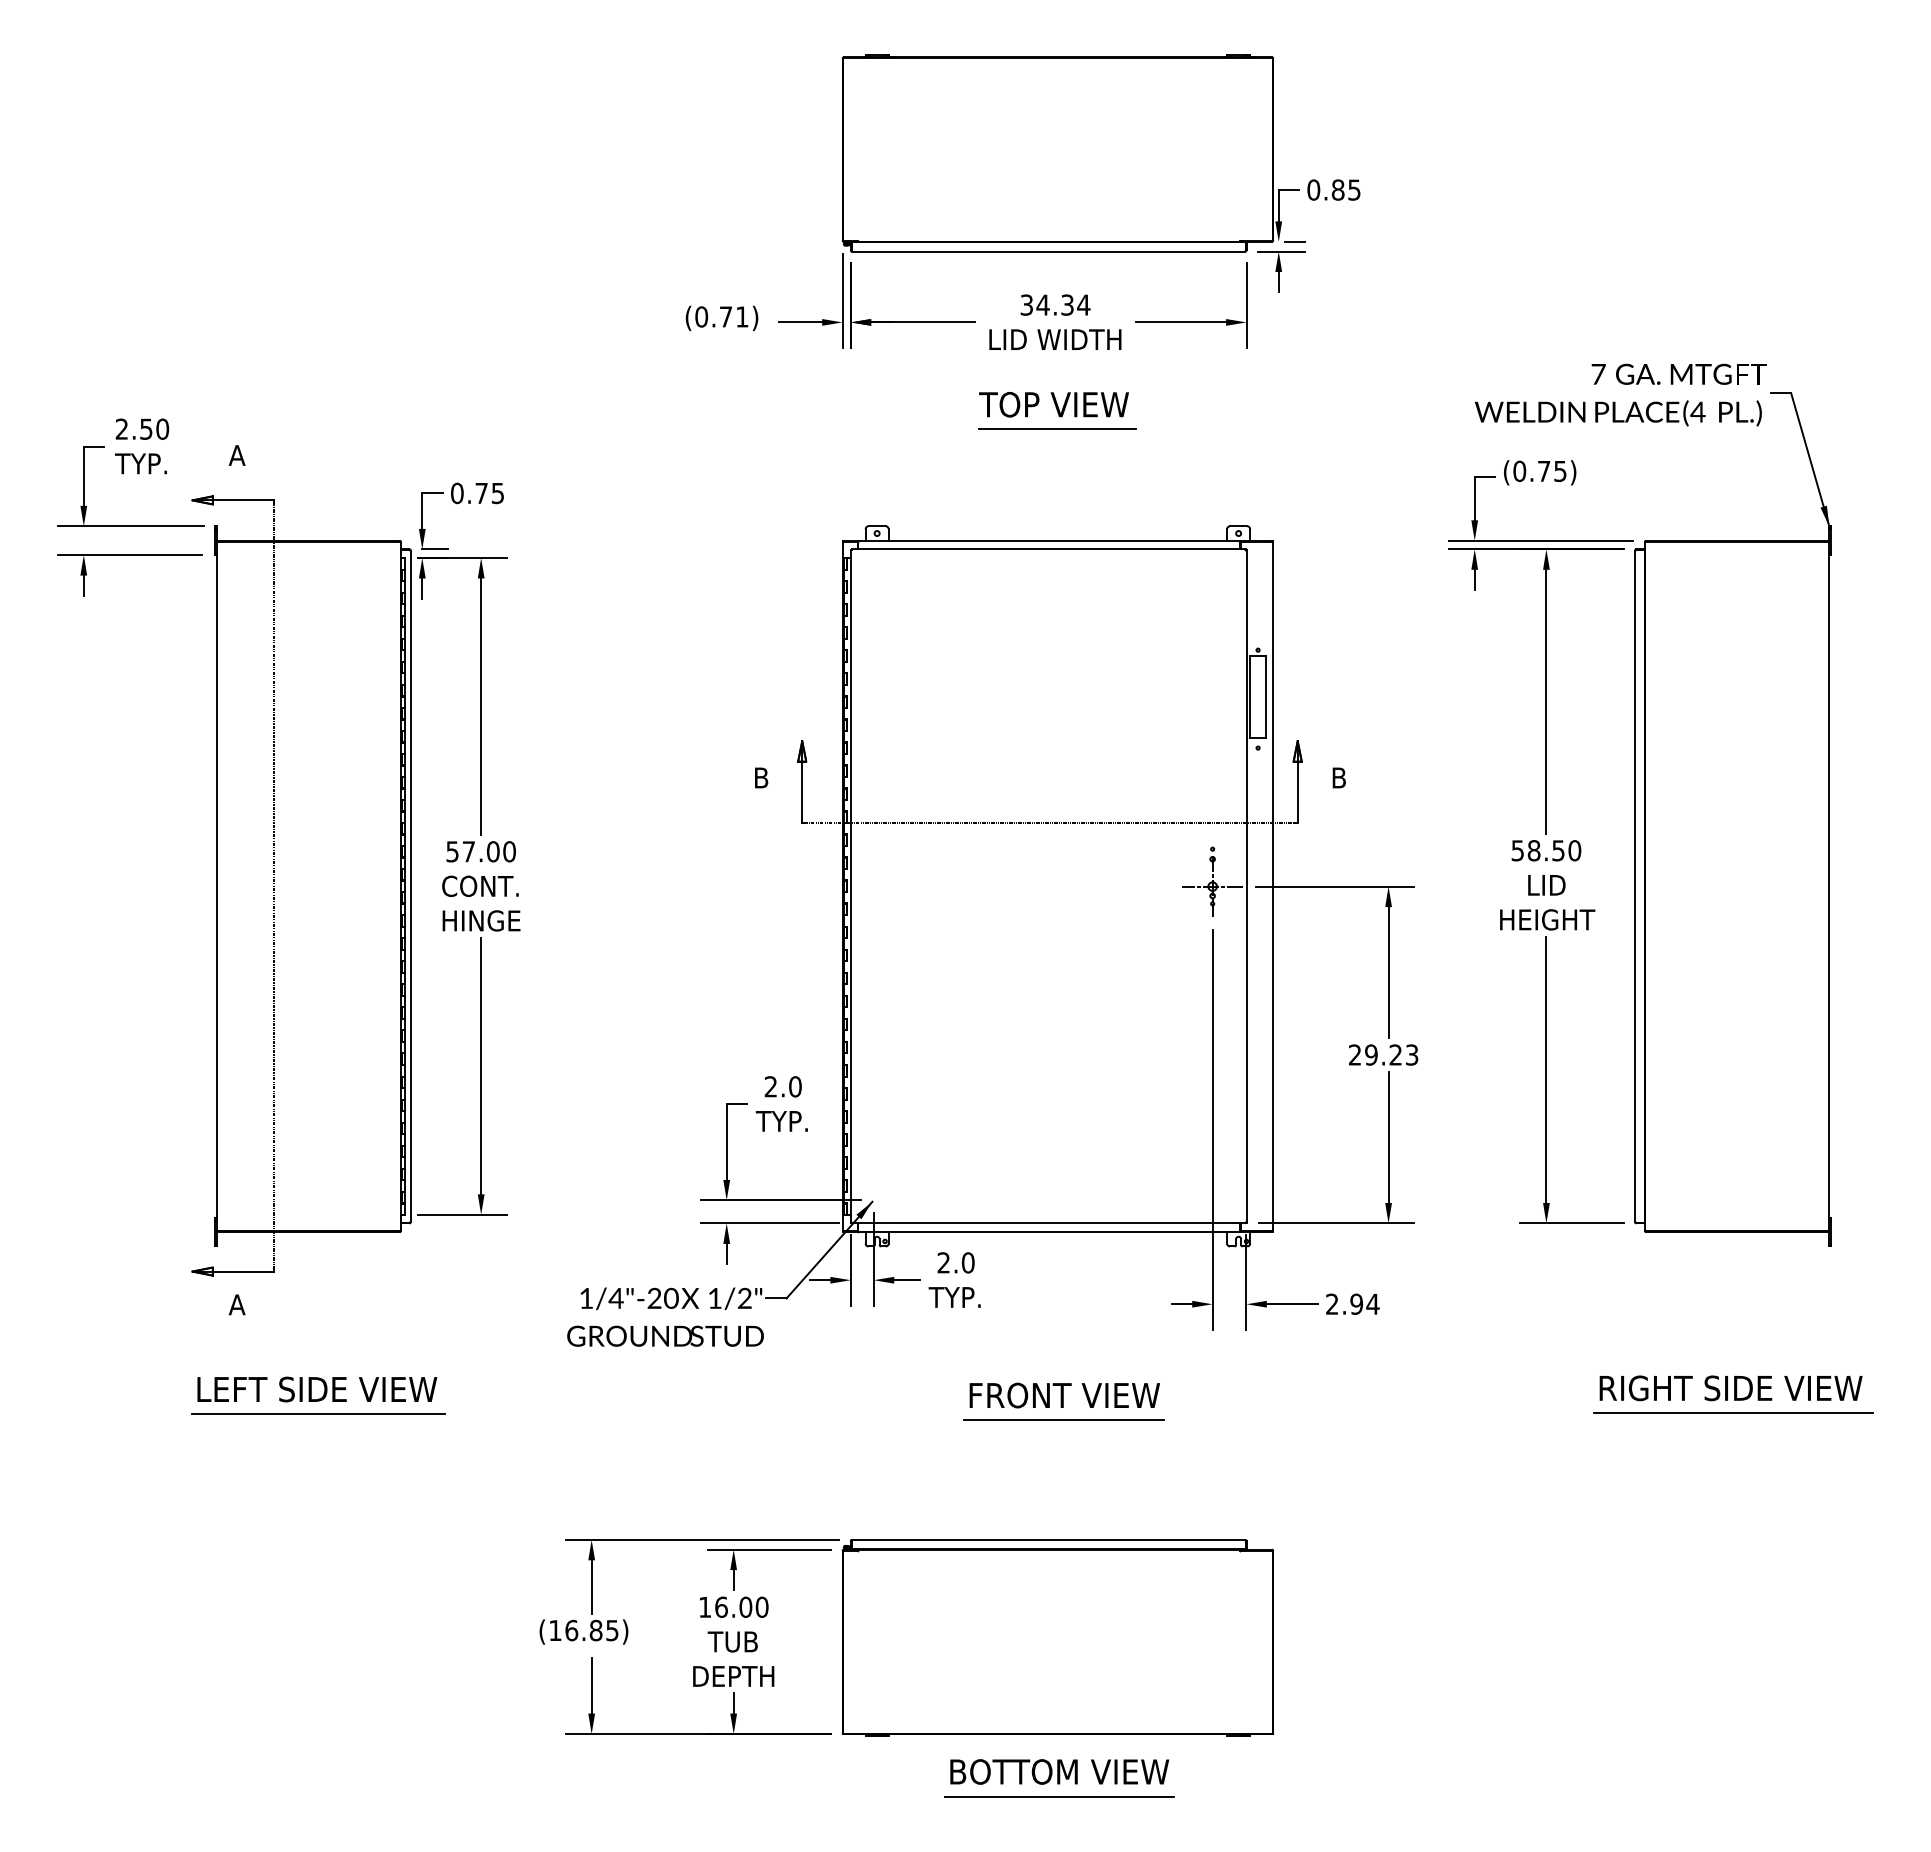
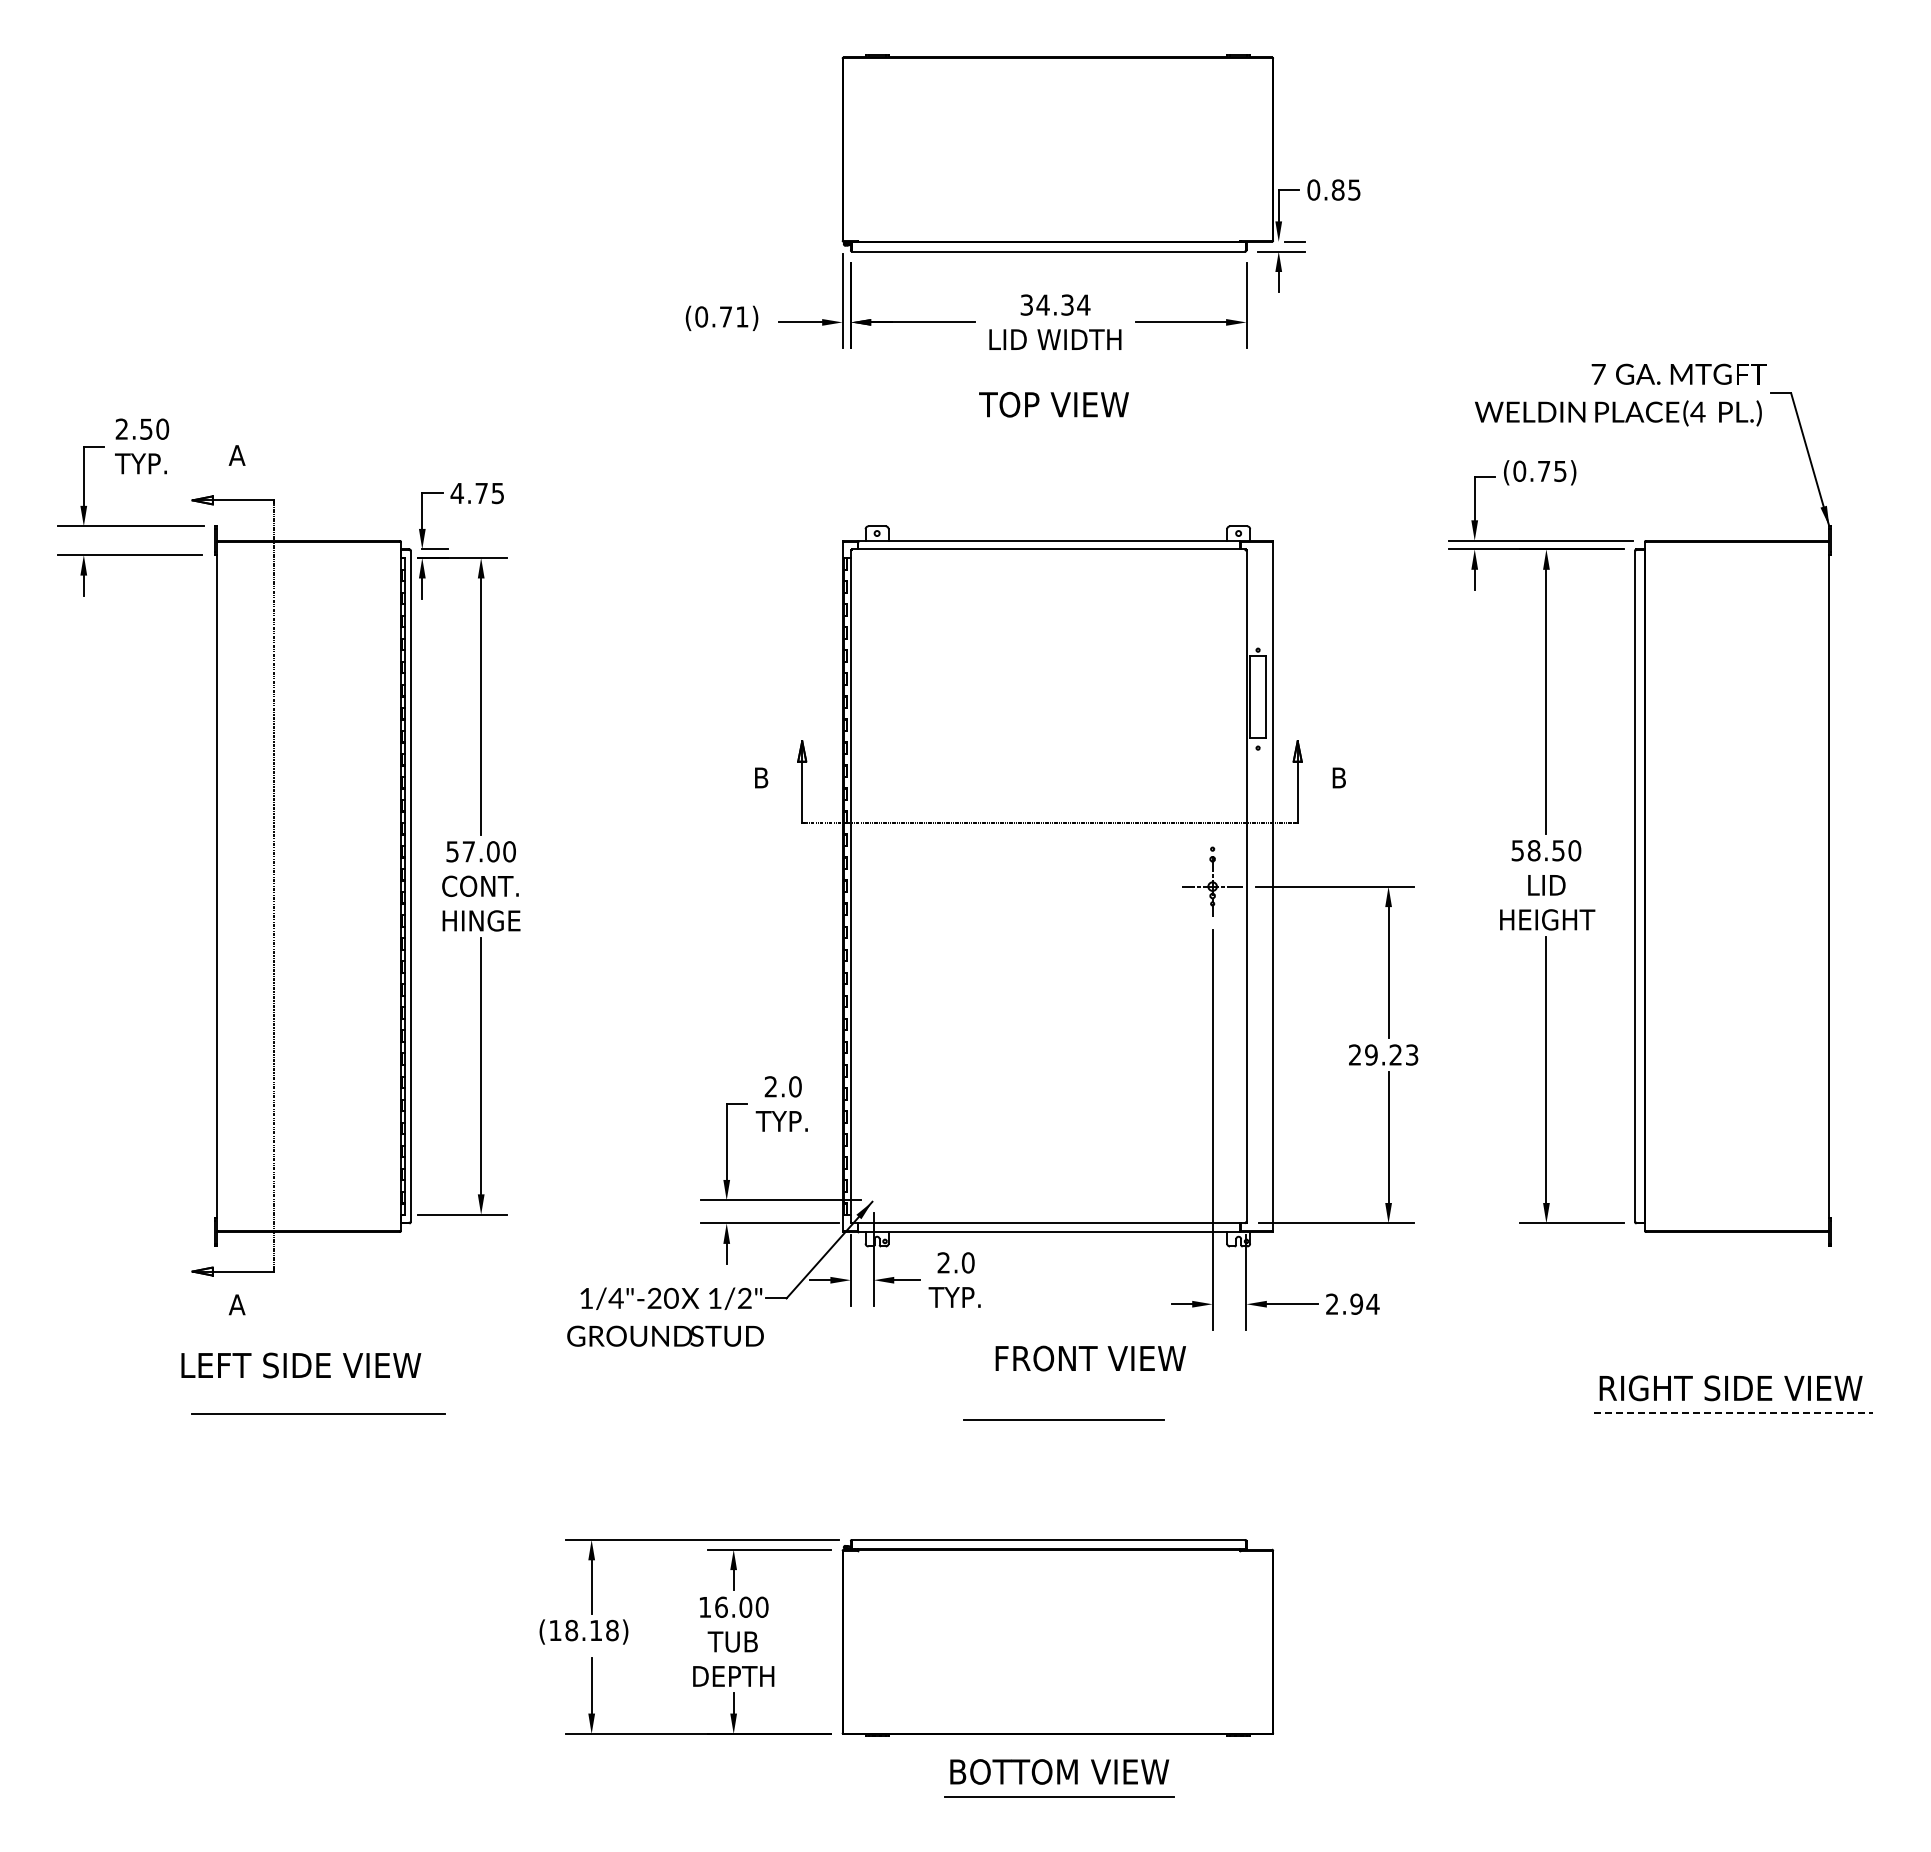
line at (1057, 429): present -> none
text at (456, 493): 0.75 -> 4.75
text at (317, 1389) position: (317, 1389) -> (301, 1365)
text at (1064, 1395) position: (1064, 1395) -> (1090, 1358)
line at (1734, 1413): solid -> dashed
text at (591, 1630): (16.85) -> (18.18)
